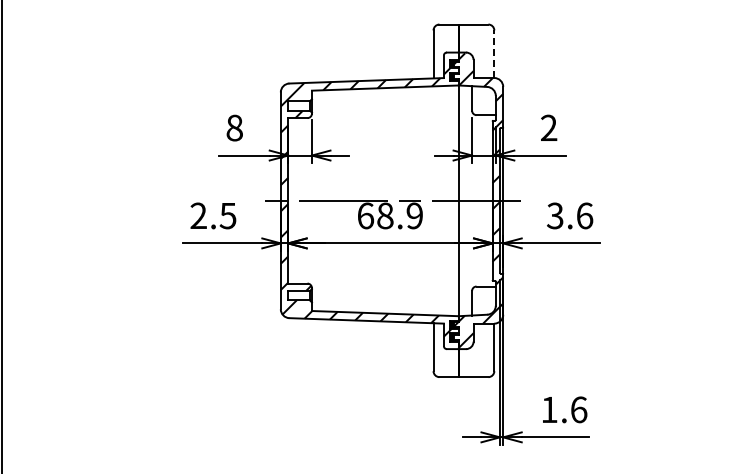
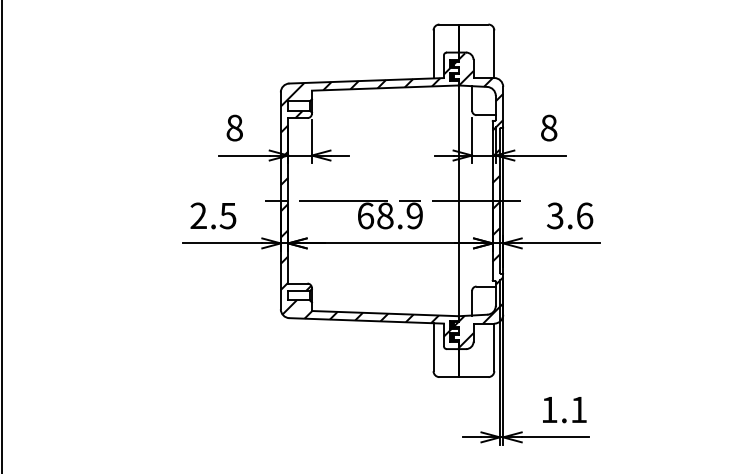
line at (494, 54): dashed -> solid
text at (549, 127): 2 -> 8
text at (579, 409): 1.6 -> 1.1
